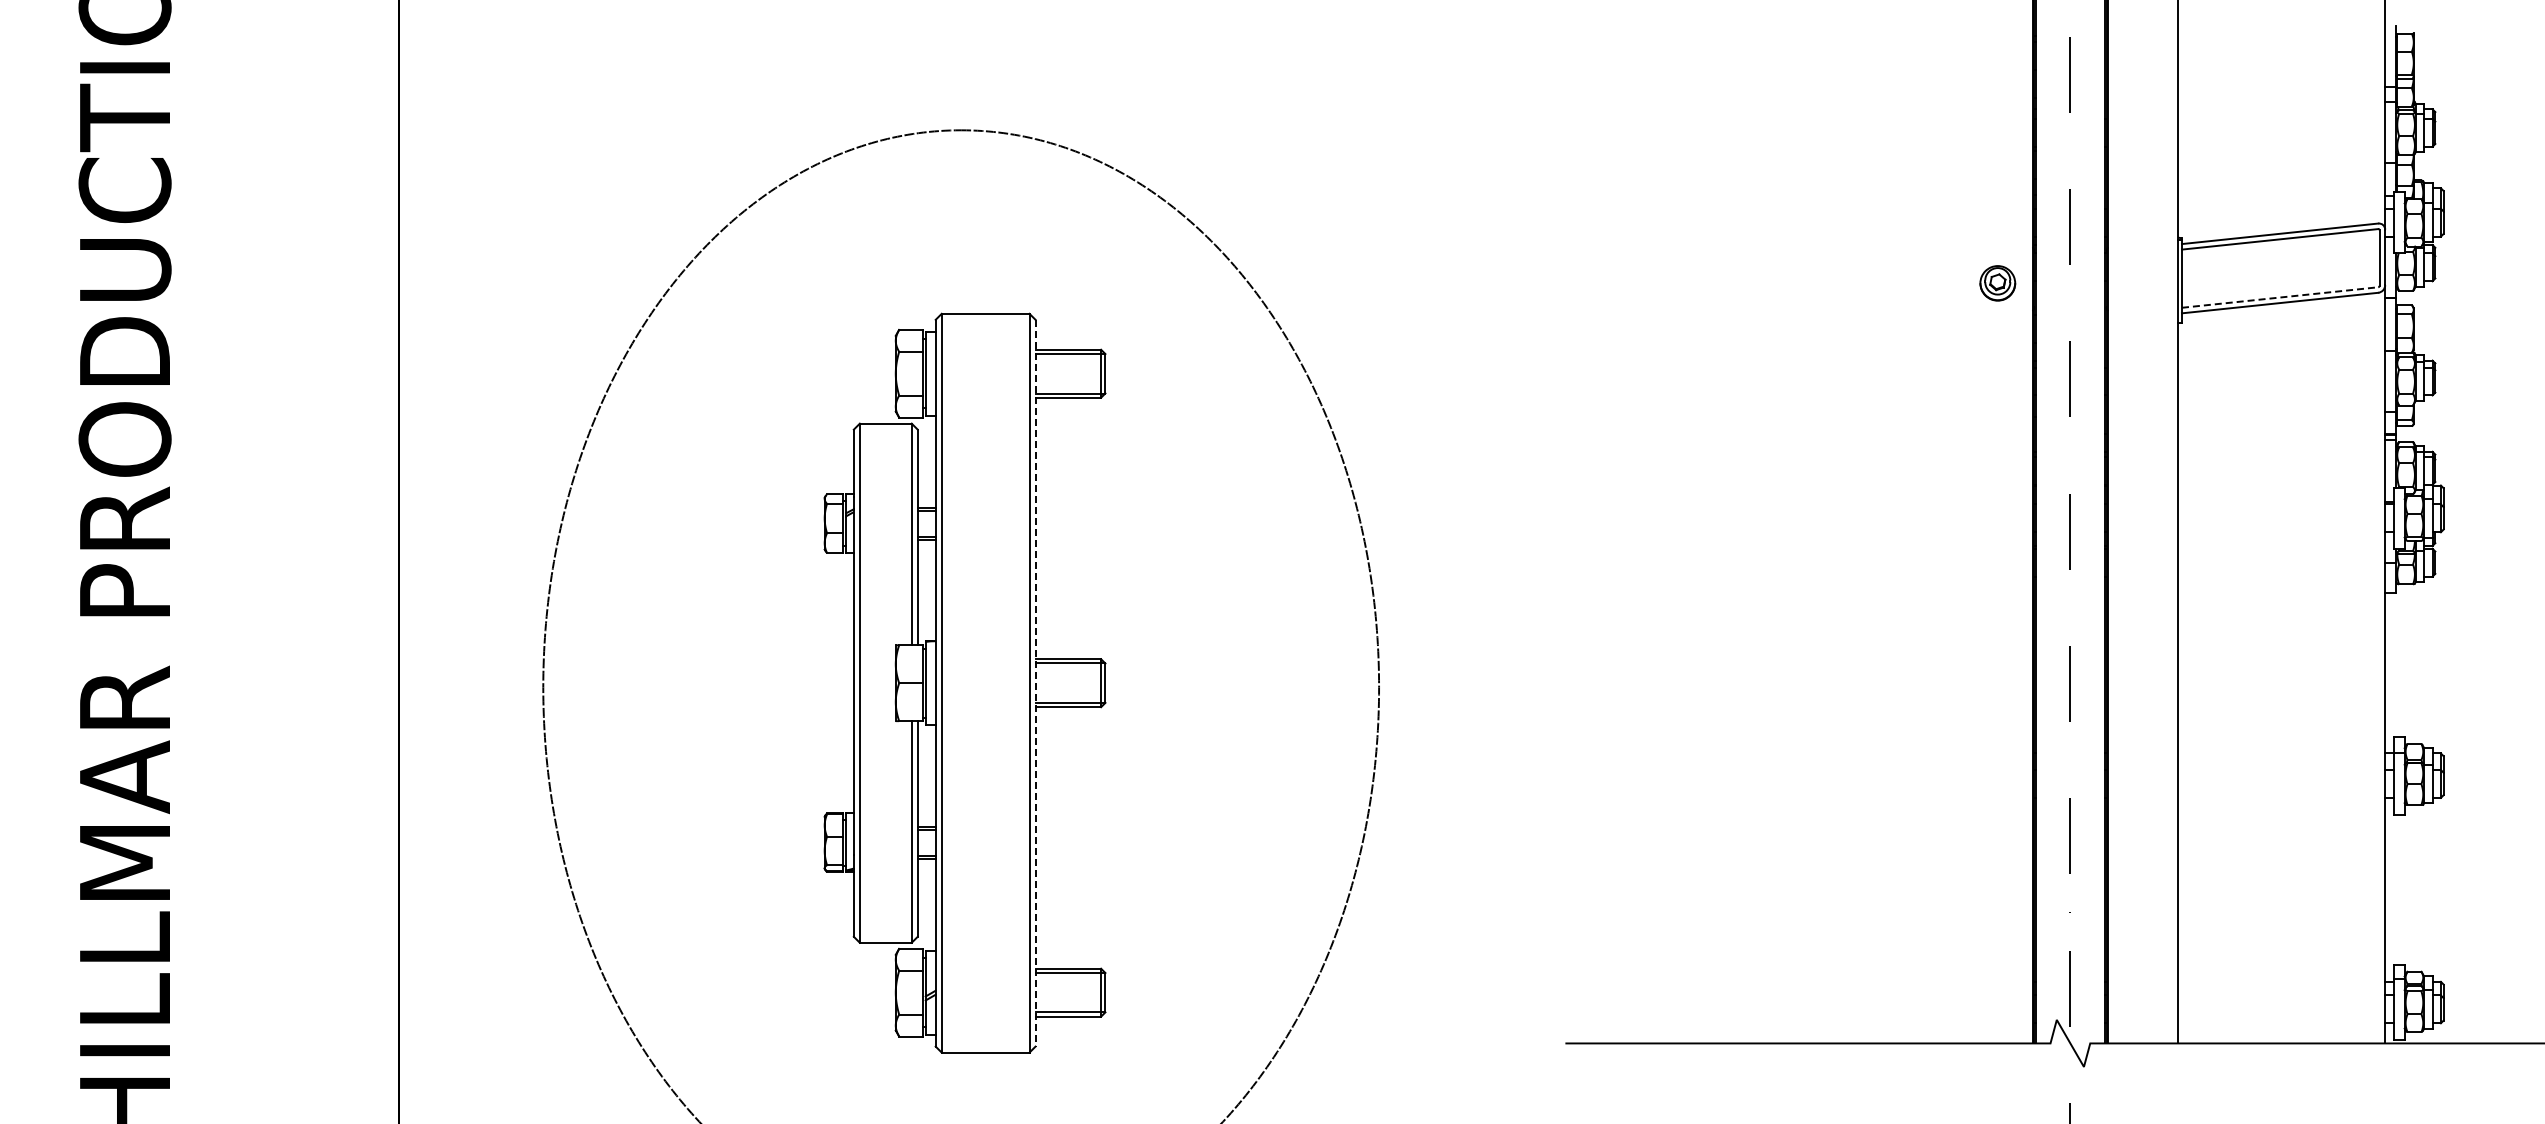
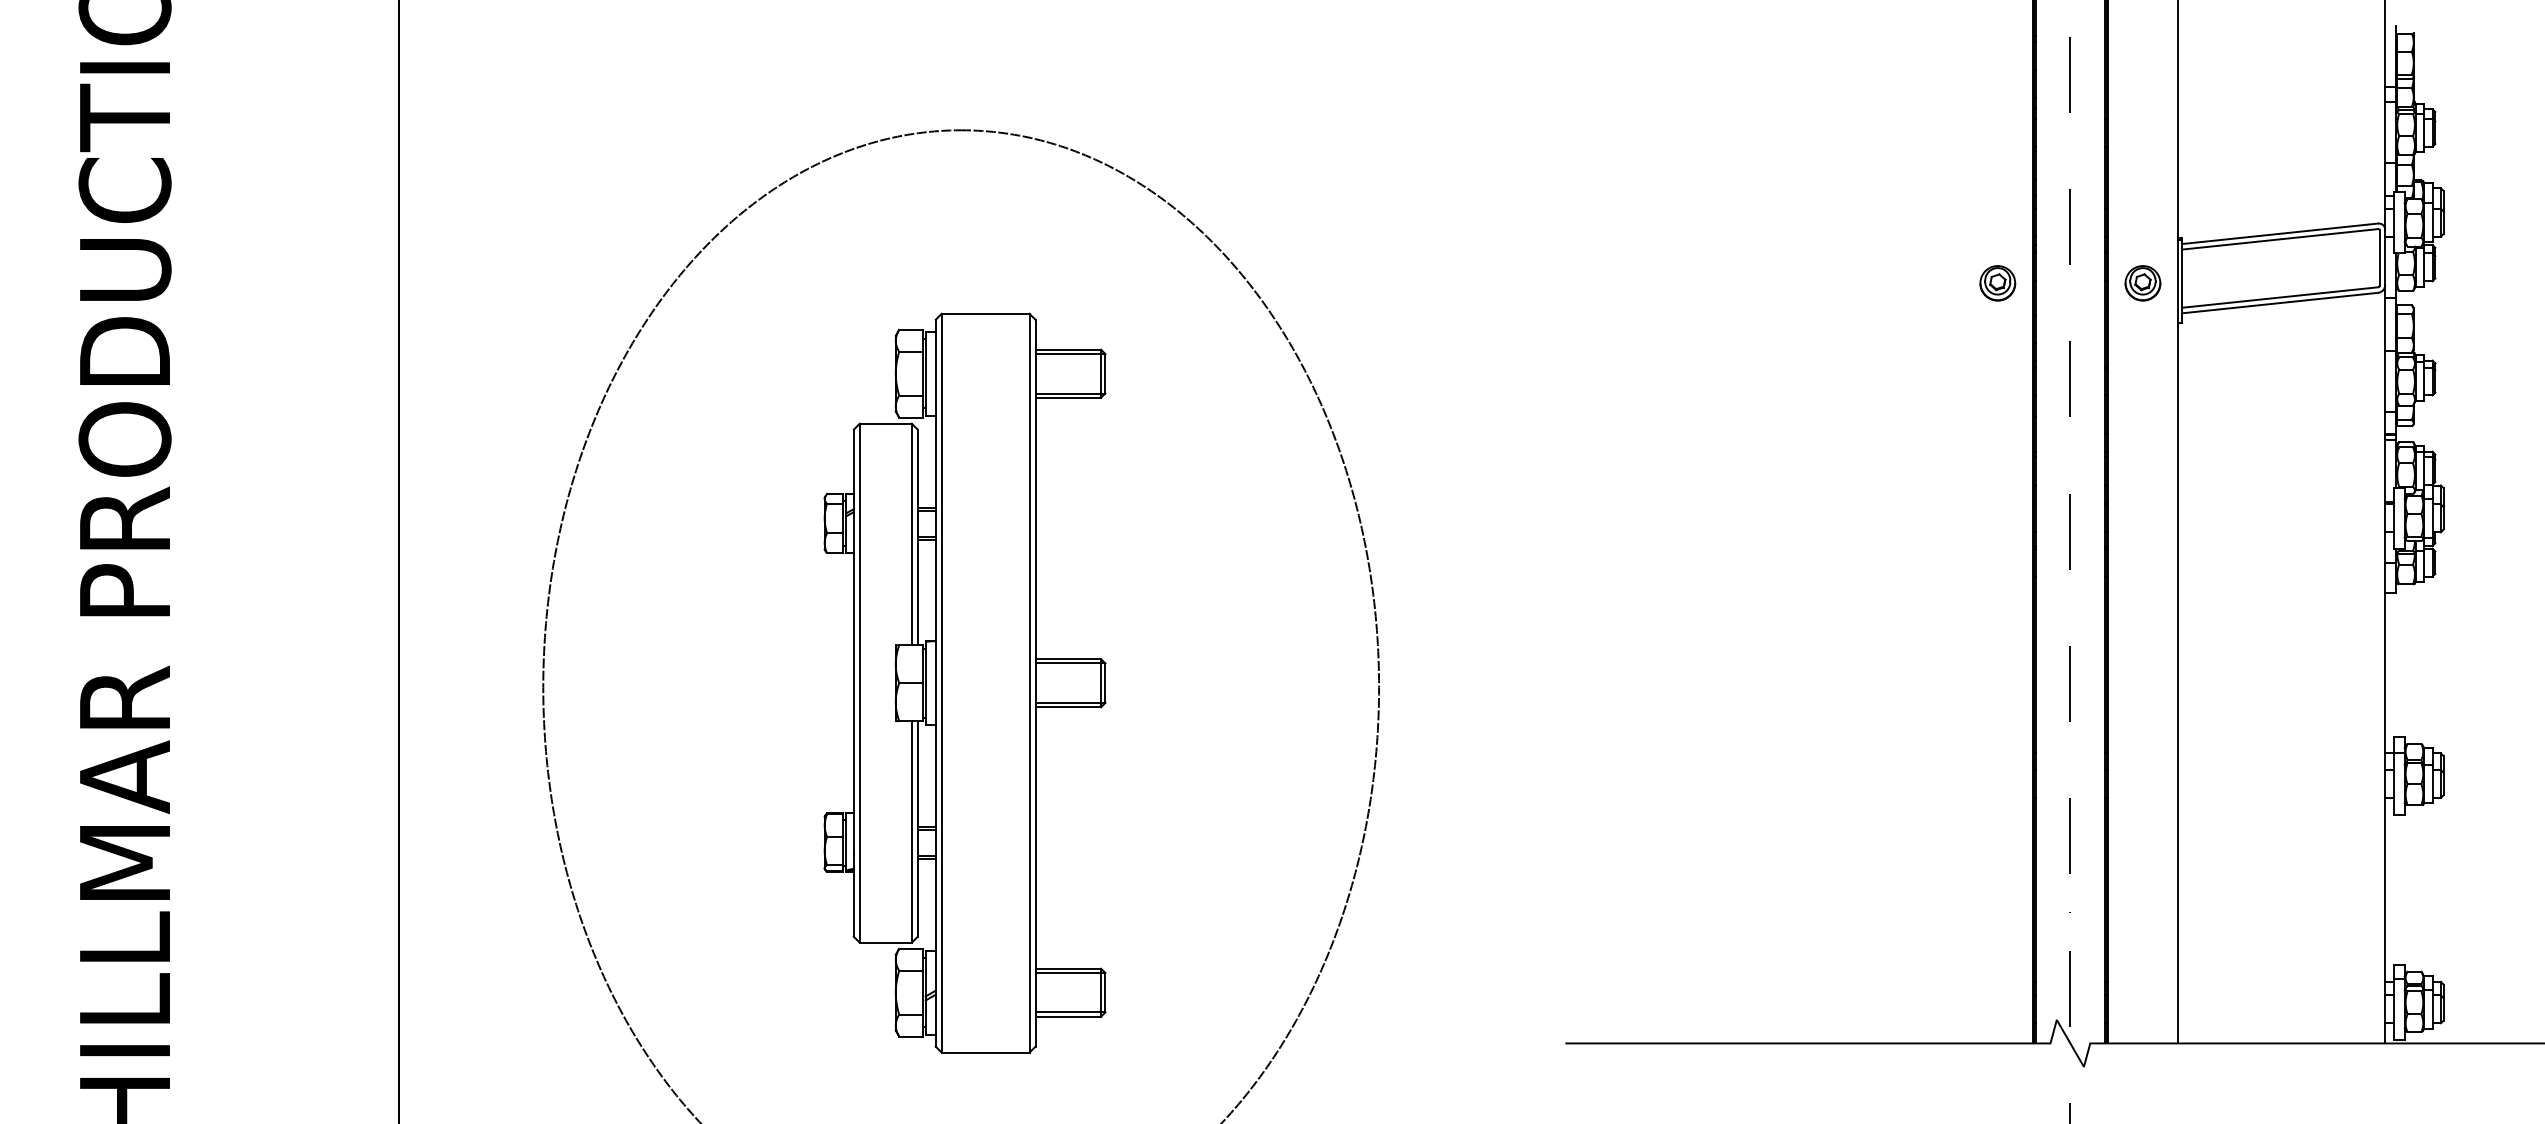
part at (2142, 283): none -> present
line at (2280, 297): dashed -> solid
line at (1035, 683): dashed -> solid
